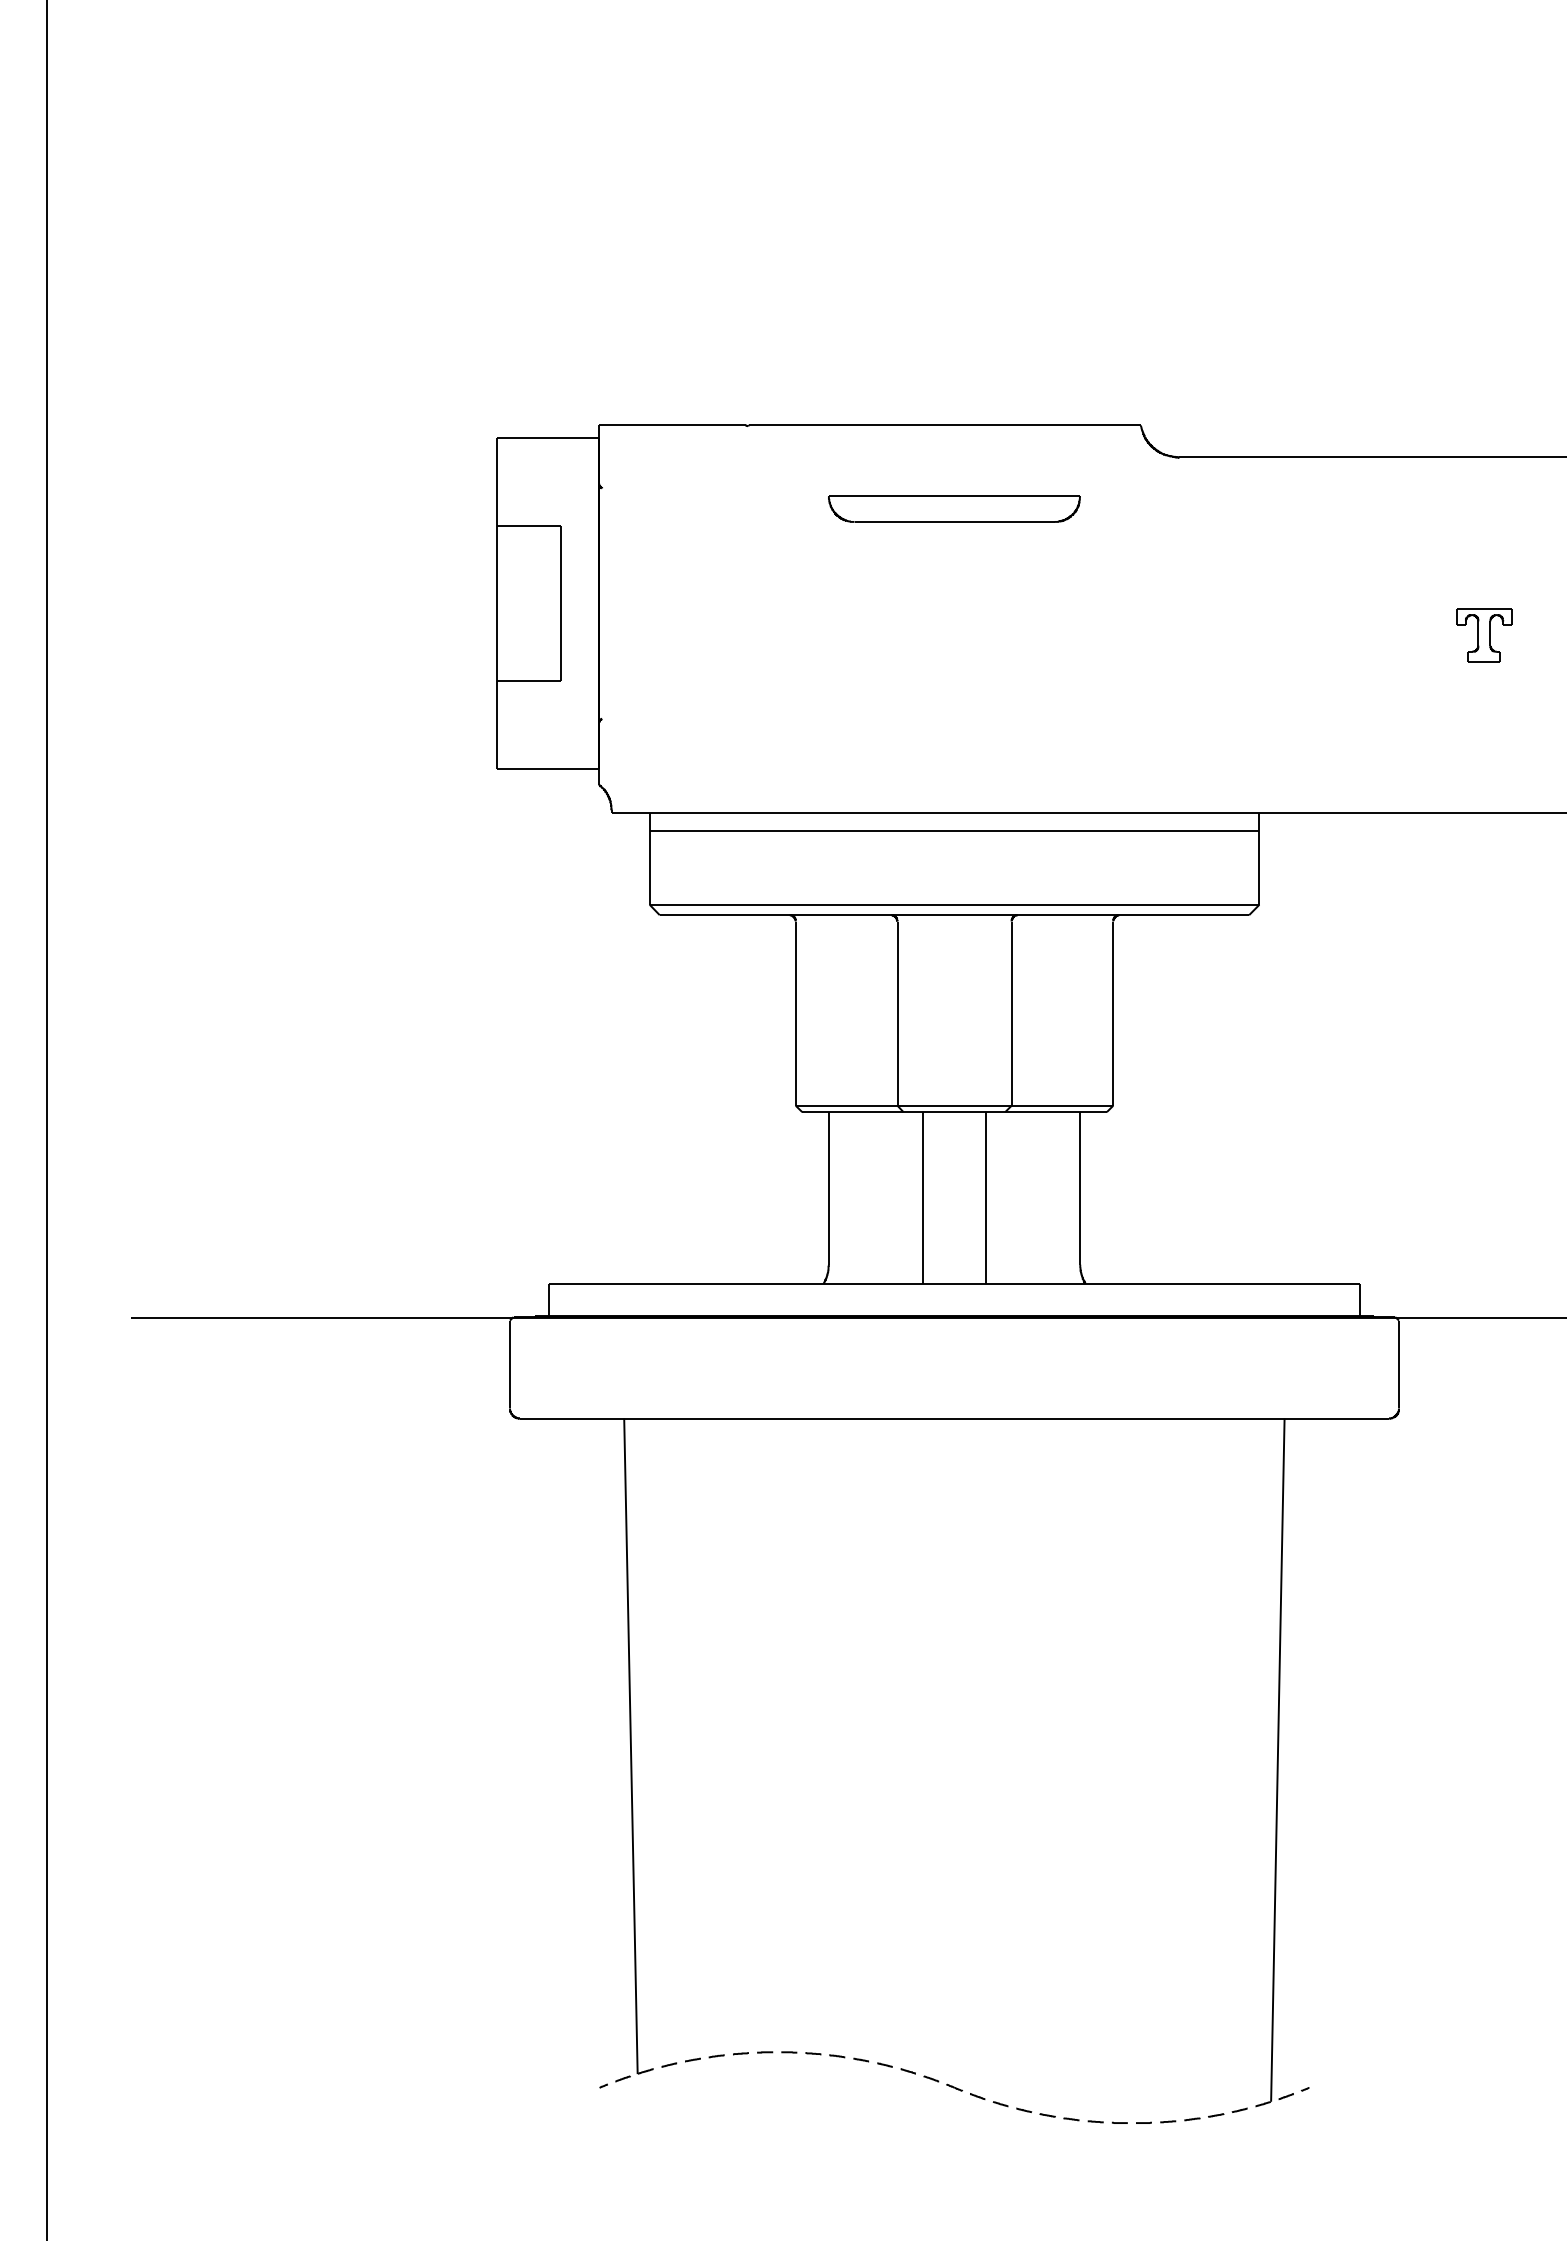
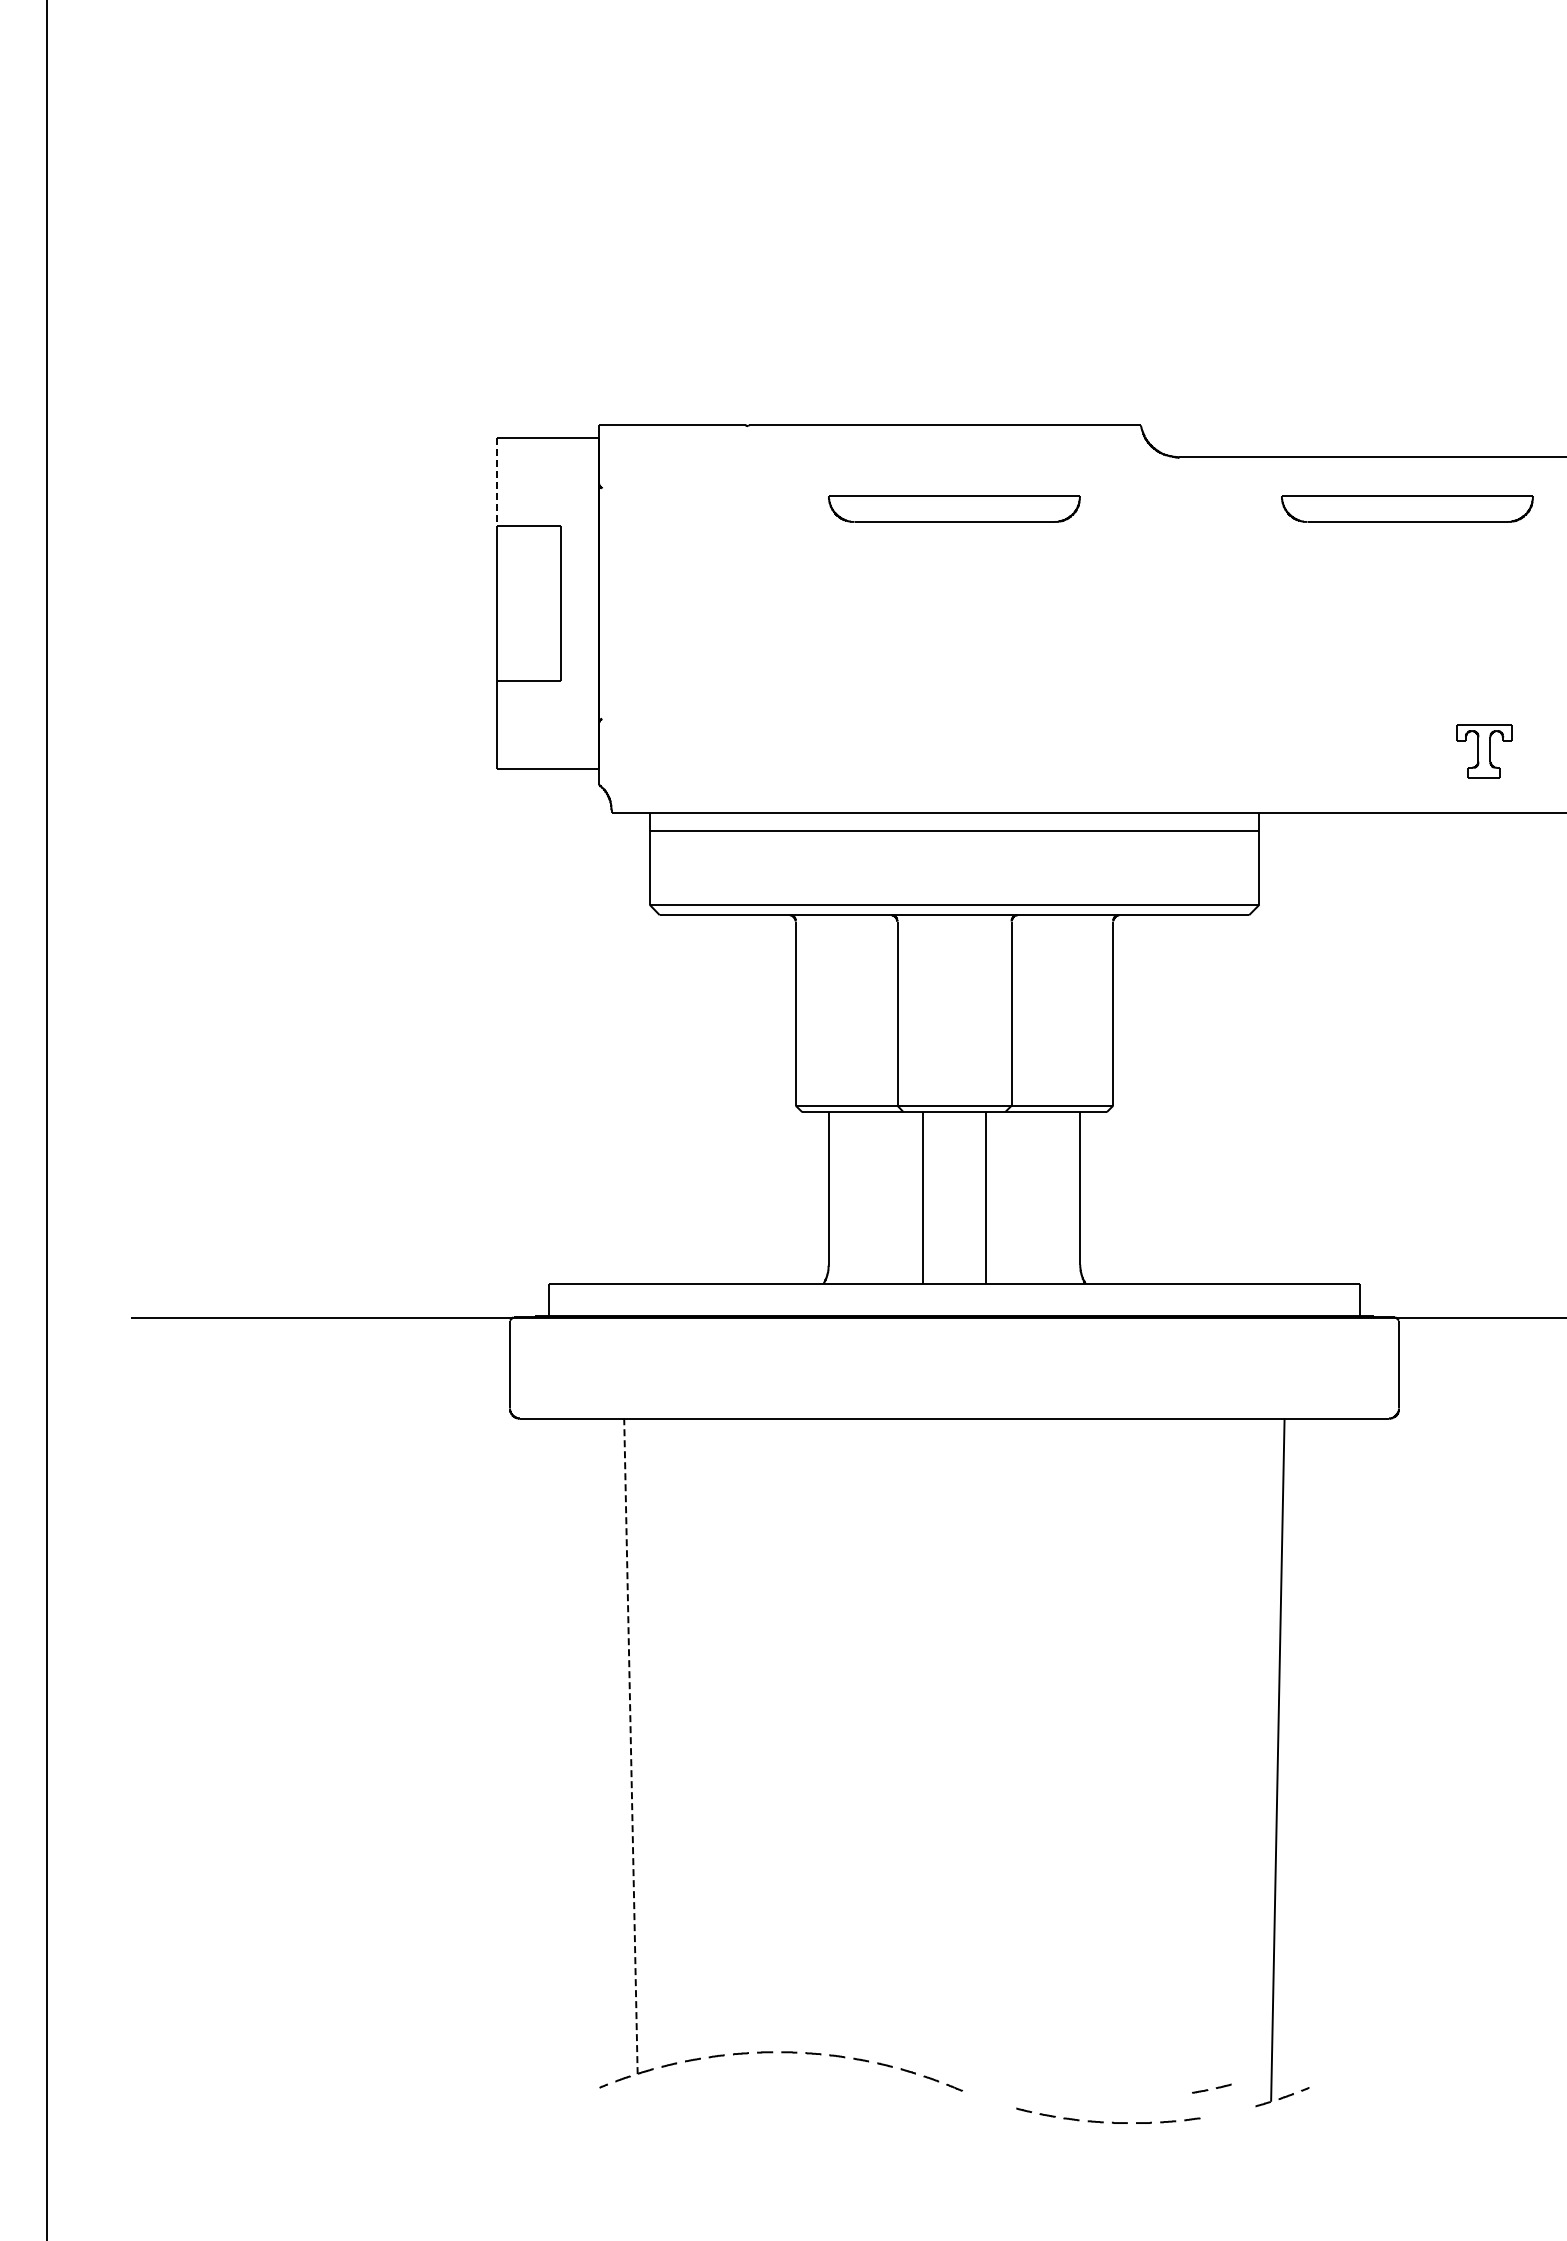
line at (497, 482): solid -> dashed
part at (1407, 508): none -> present
part at (1484, 635) position: (1484, 635) -> (1484, 751)
line at (630, 1746): solid -> dashed
part at (989, 2100): present -> none
part at (1227, 2112) position: (1227, 2112) -> (1211, 2088)
